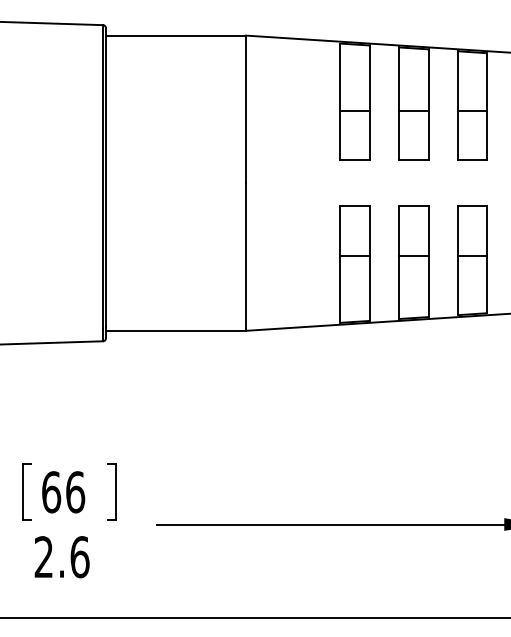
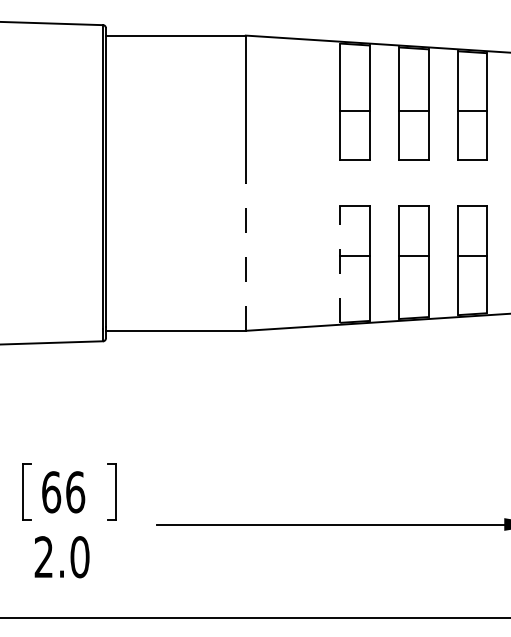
line at (245, 257): solid -> dashed
line at (340, 264): solid -> dashed
text at (79, 557): 2.6 -> 2.0
